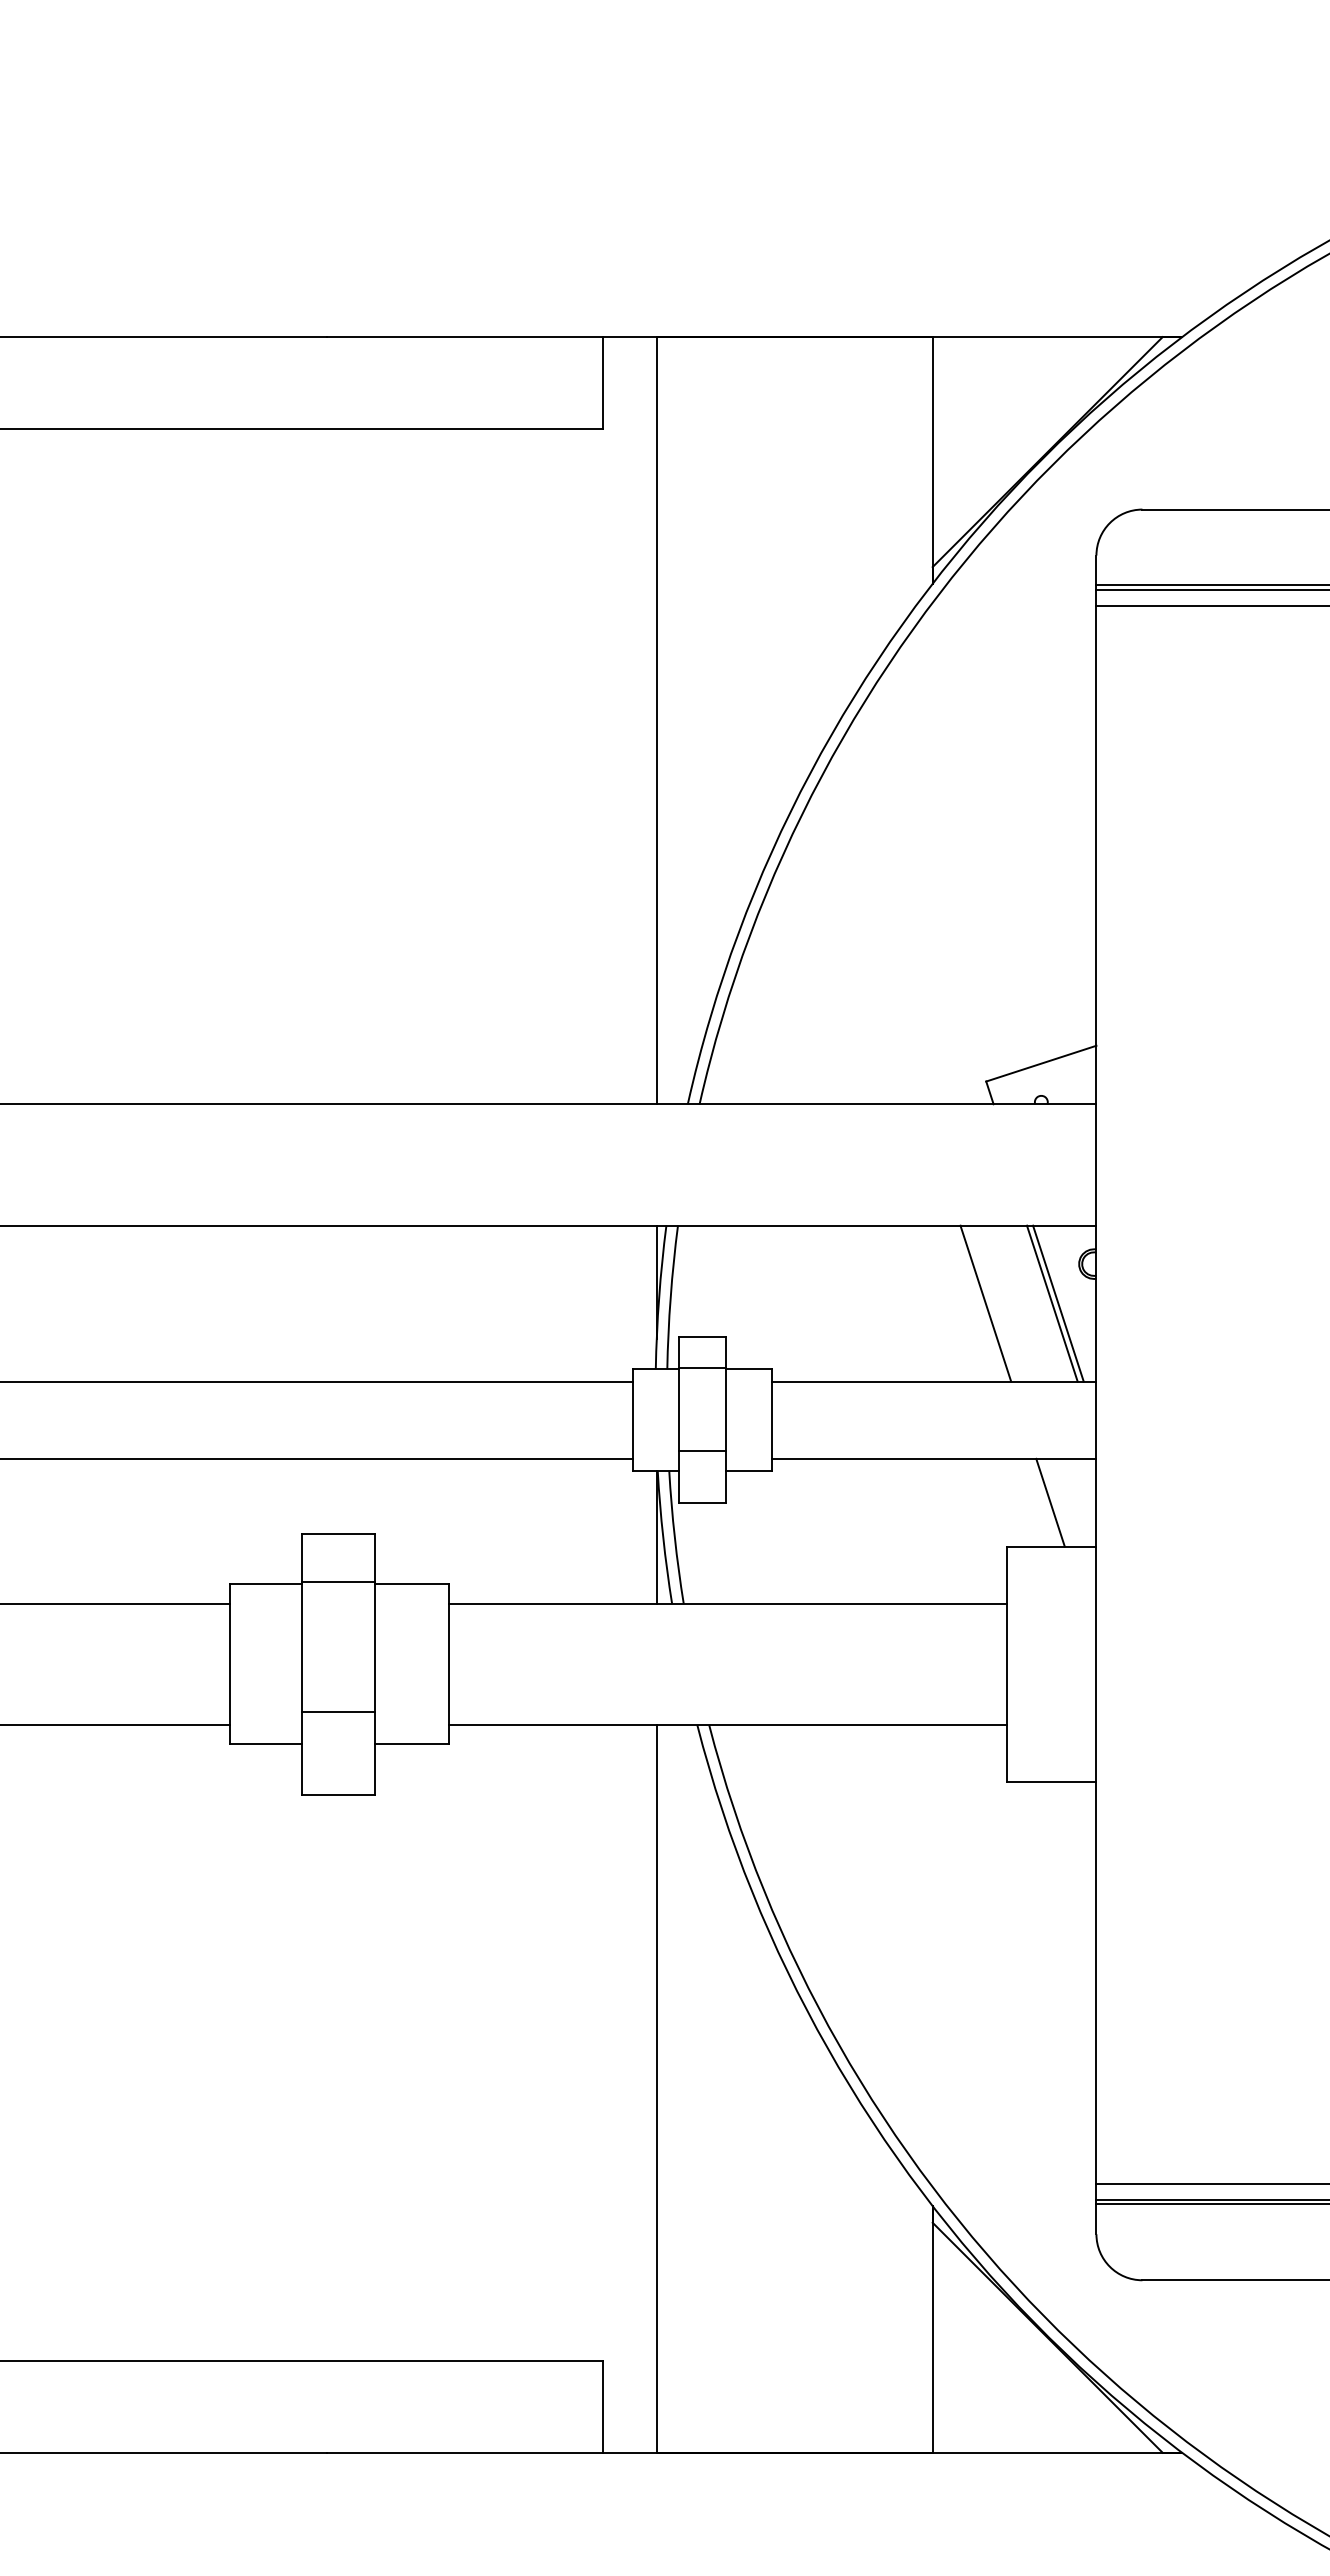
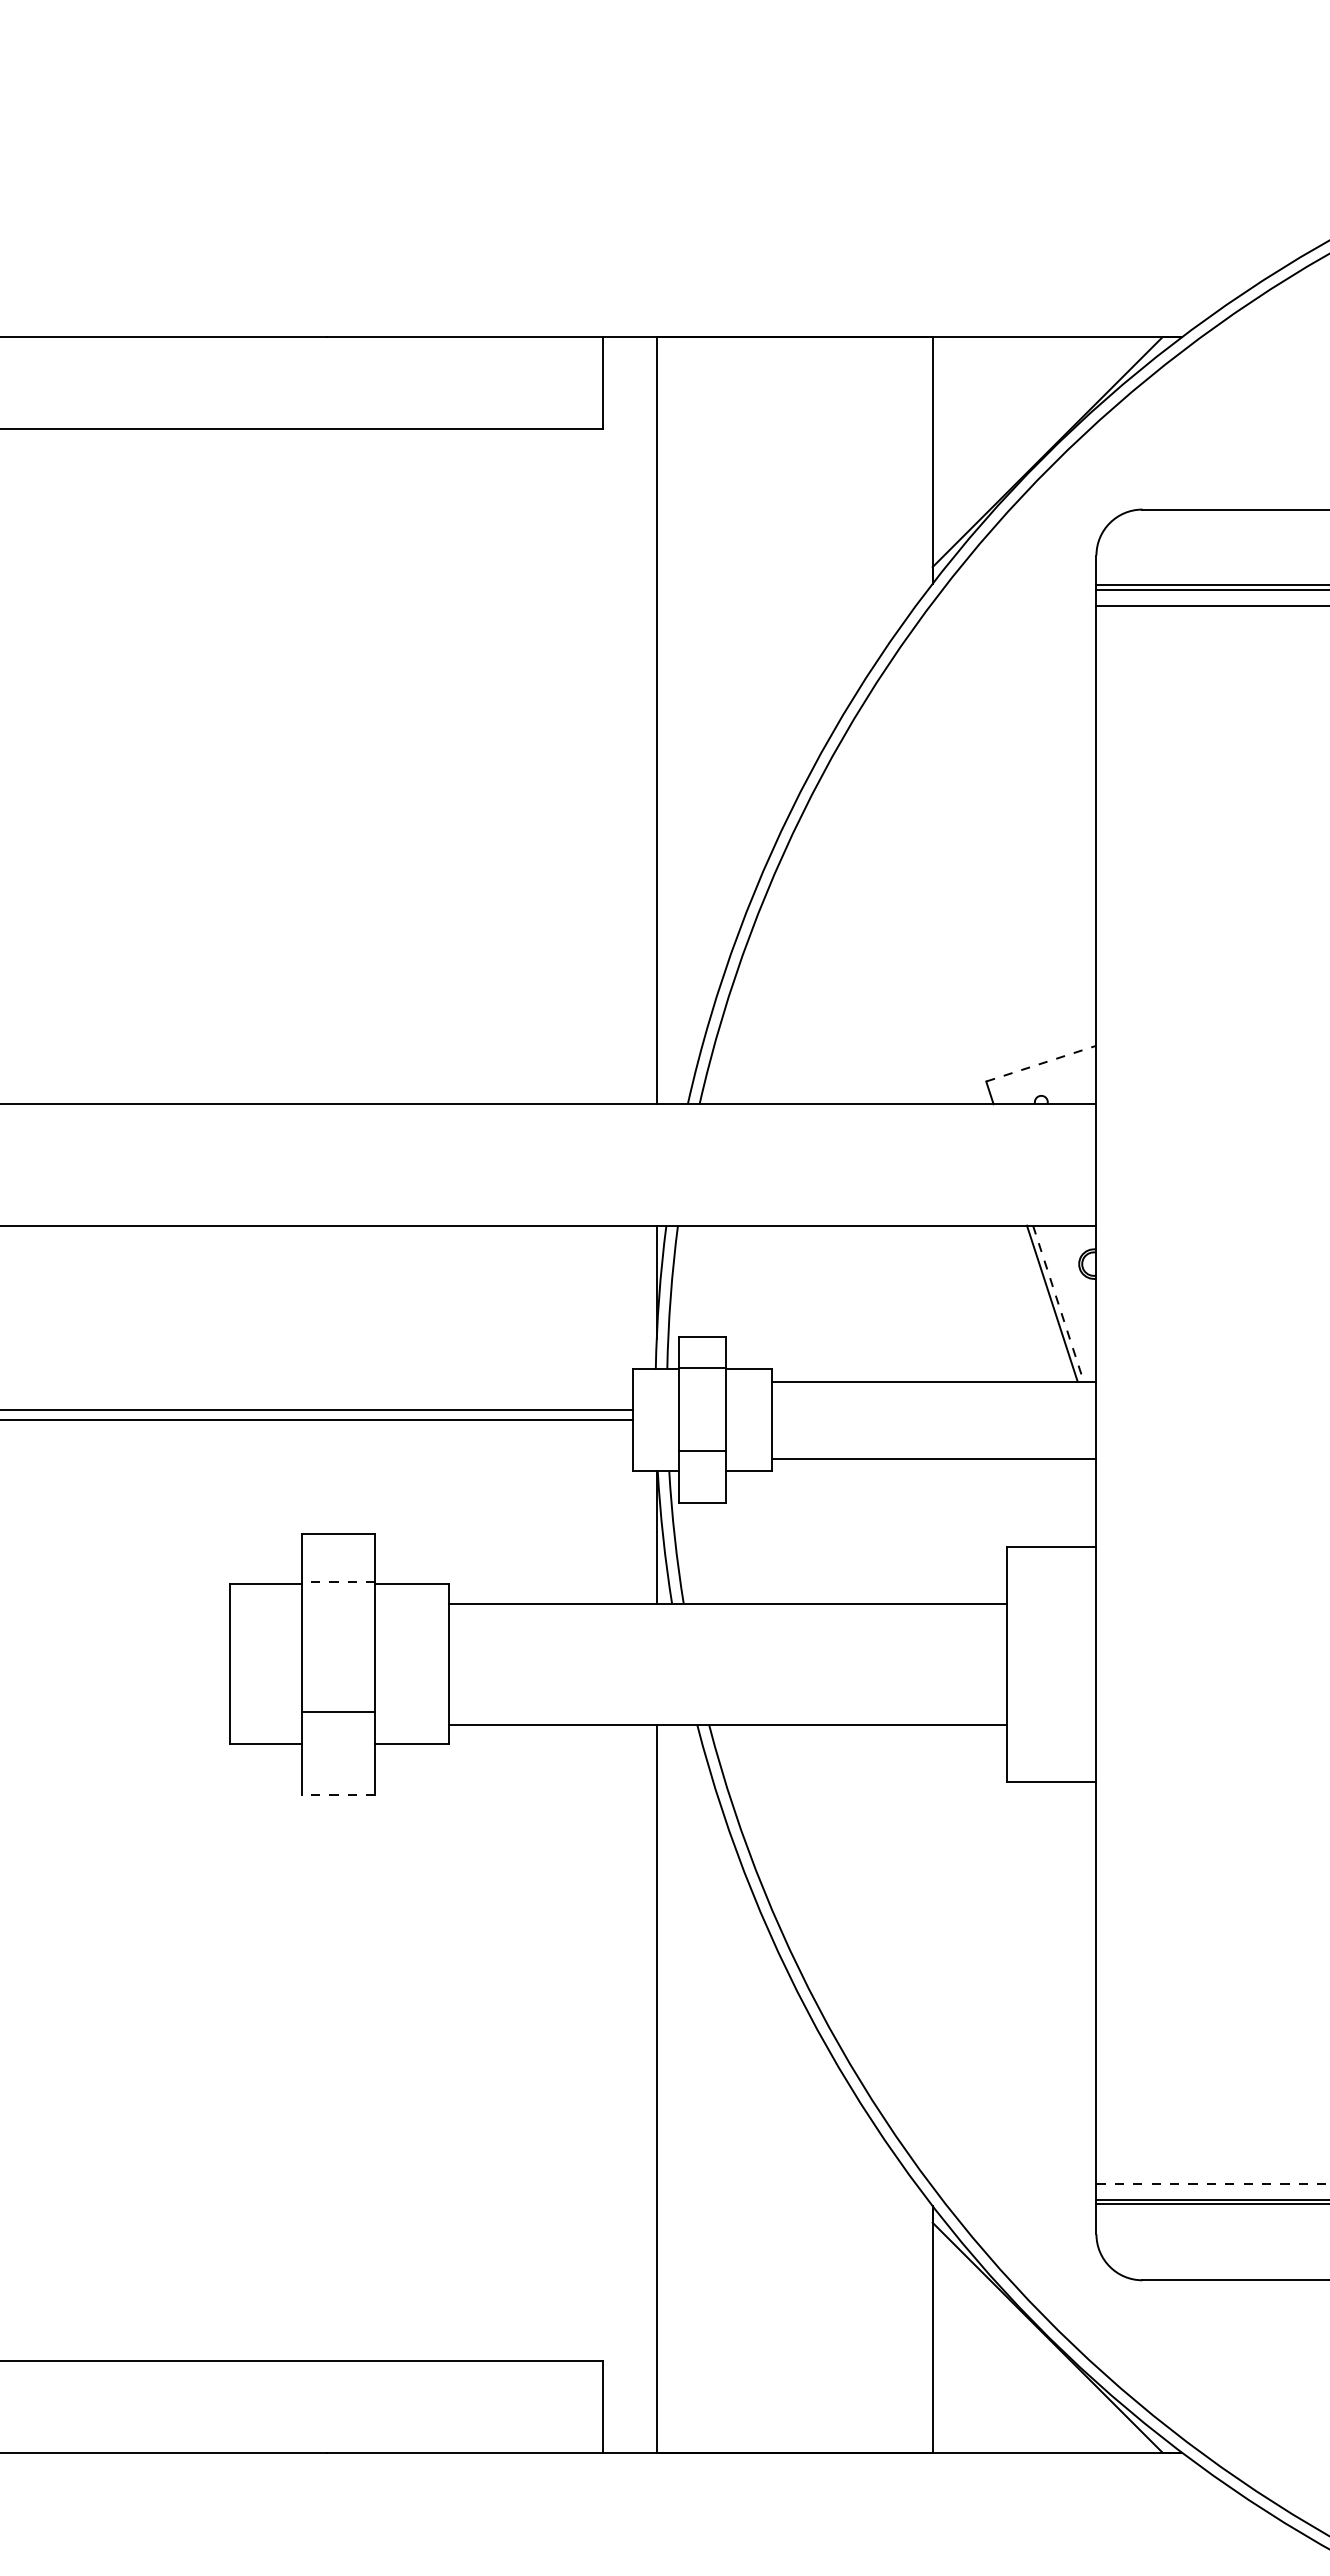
line at (1041, 1063): solid -> dashed
line at (985, 1303): present -> none
line at (1058, 1303): solid -> dashed
line at (317, 1381) position: (317, 1381) -> (317, 1409)
line at (317, 1458) position: (317, 1458) -> (317, 1419)
line at (1050, 1502): present -> none
line at (338, 1581): solid -> dashed
line at (116, 1603): present -> none
line at (116, 1725): present -> none
line at (338, 1794): solid -> dashed
line at (1213, 2183): solid -> dashed
